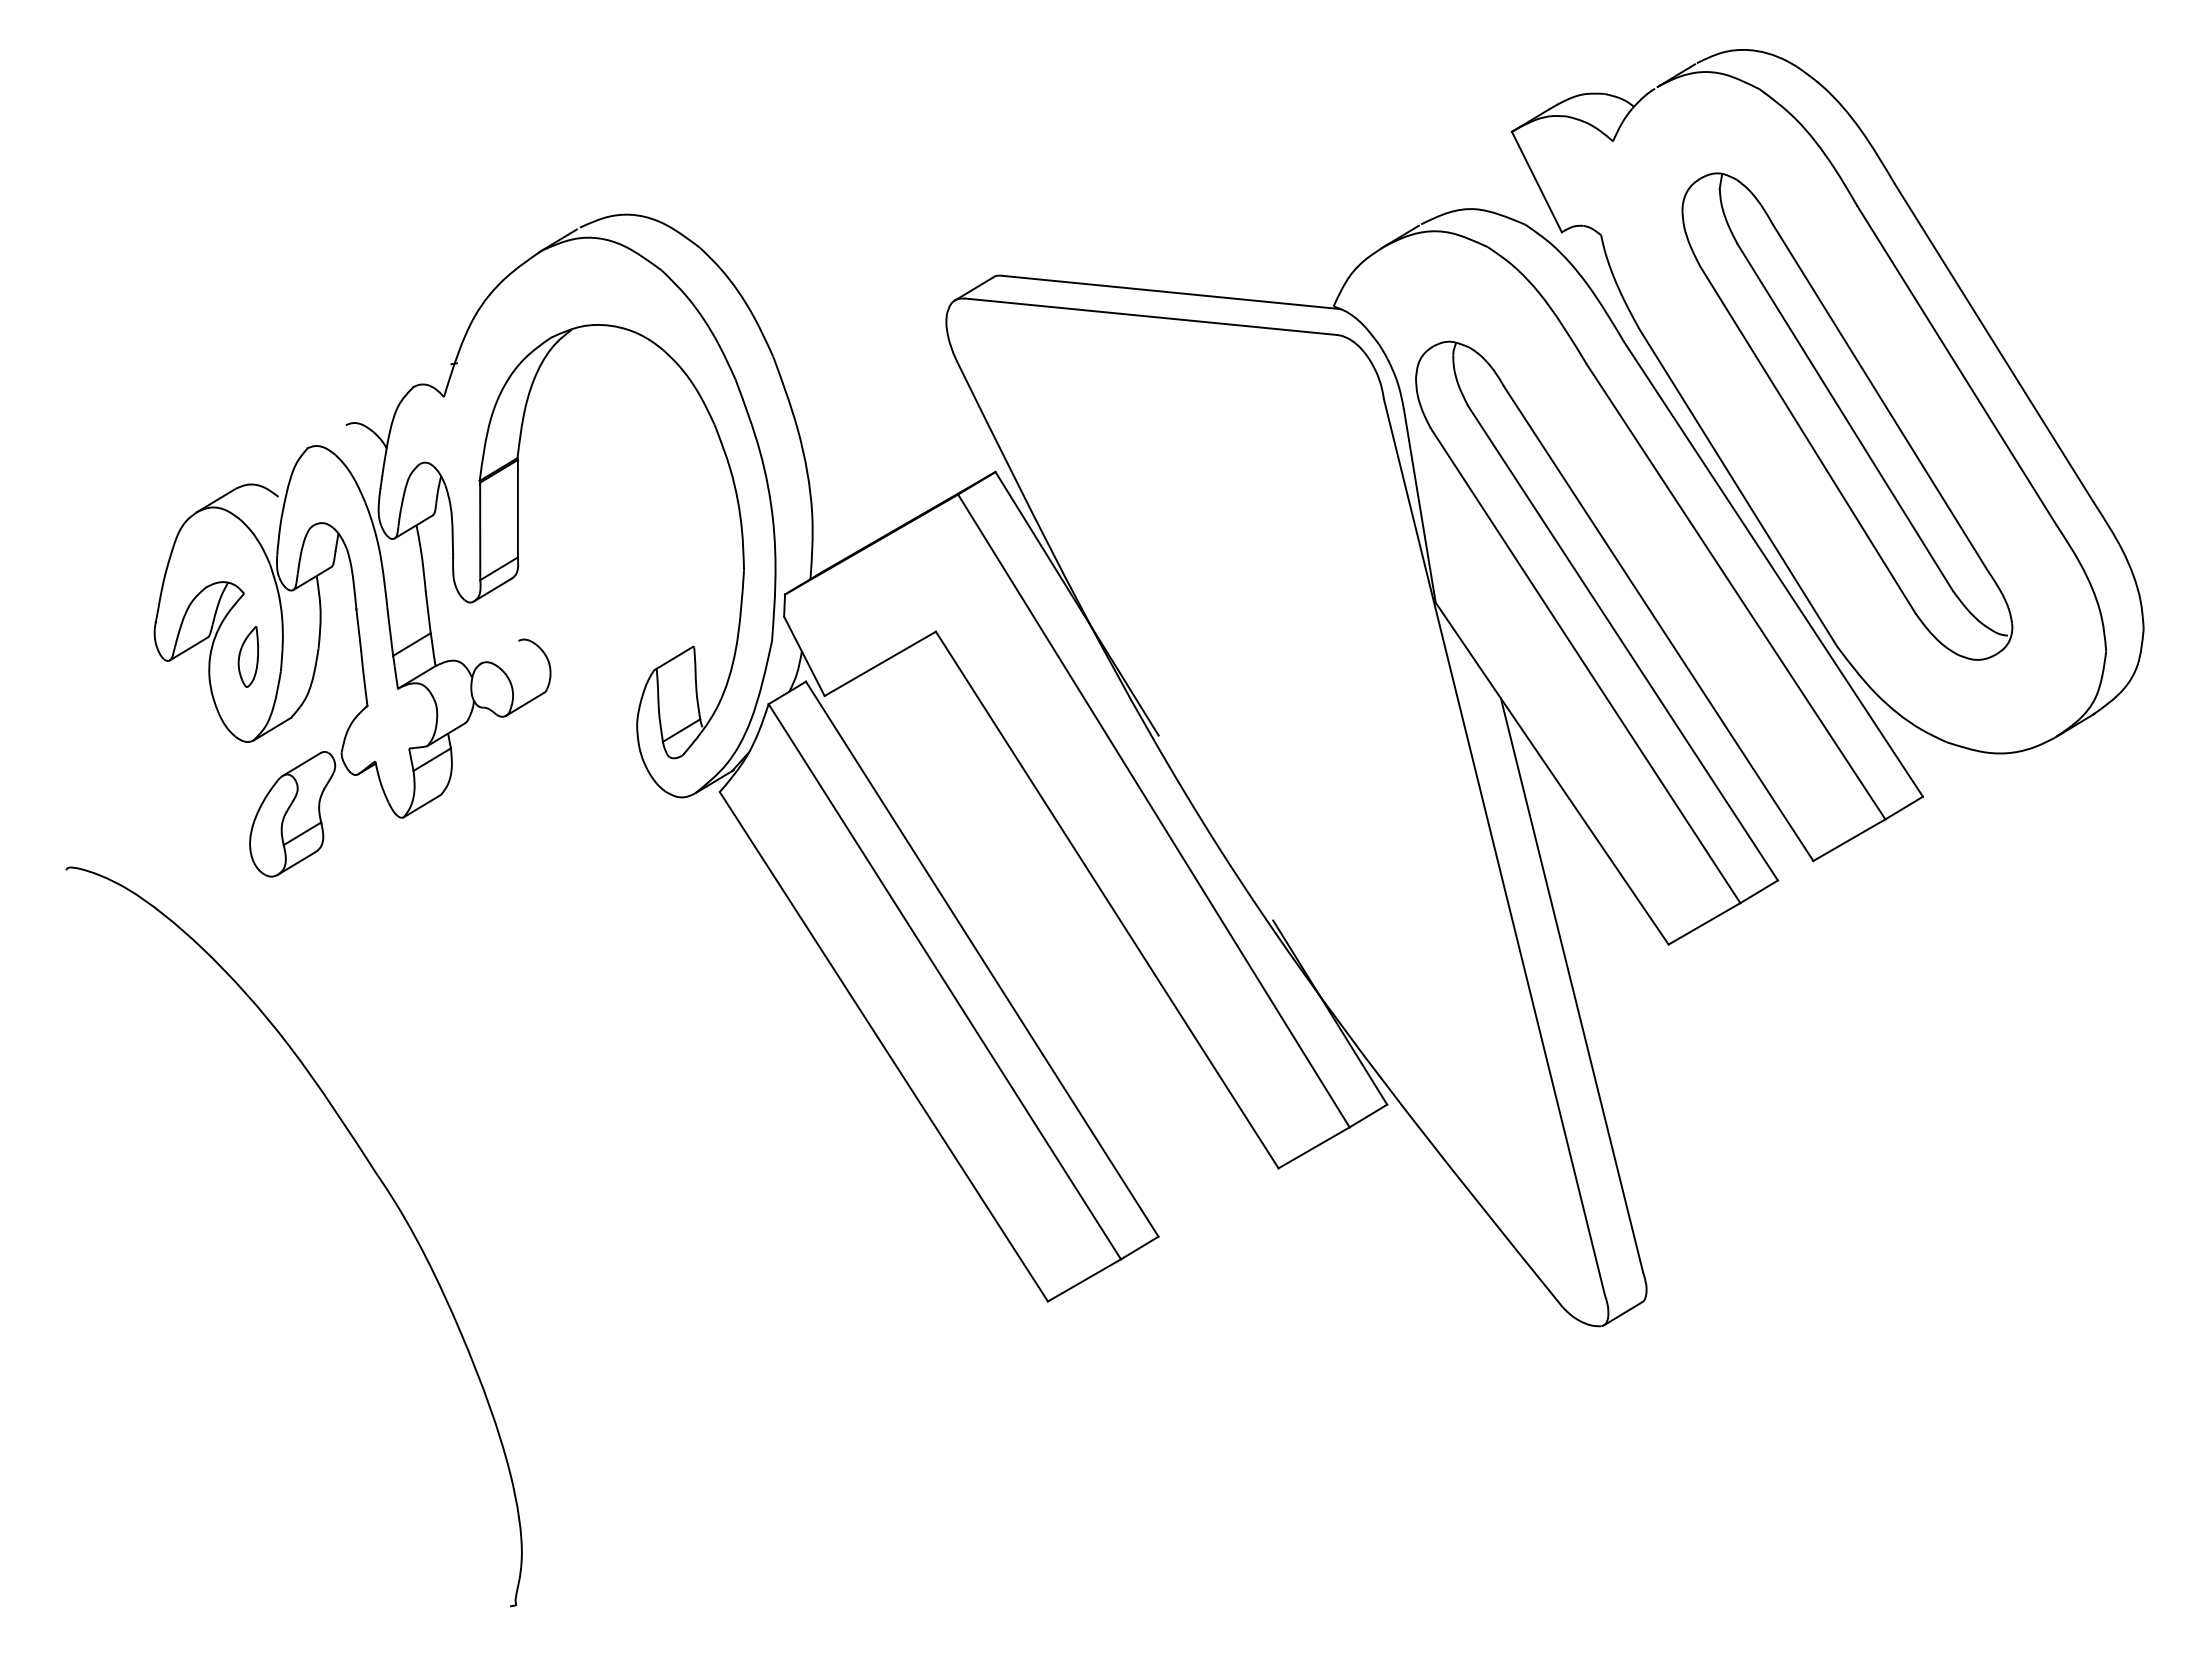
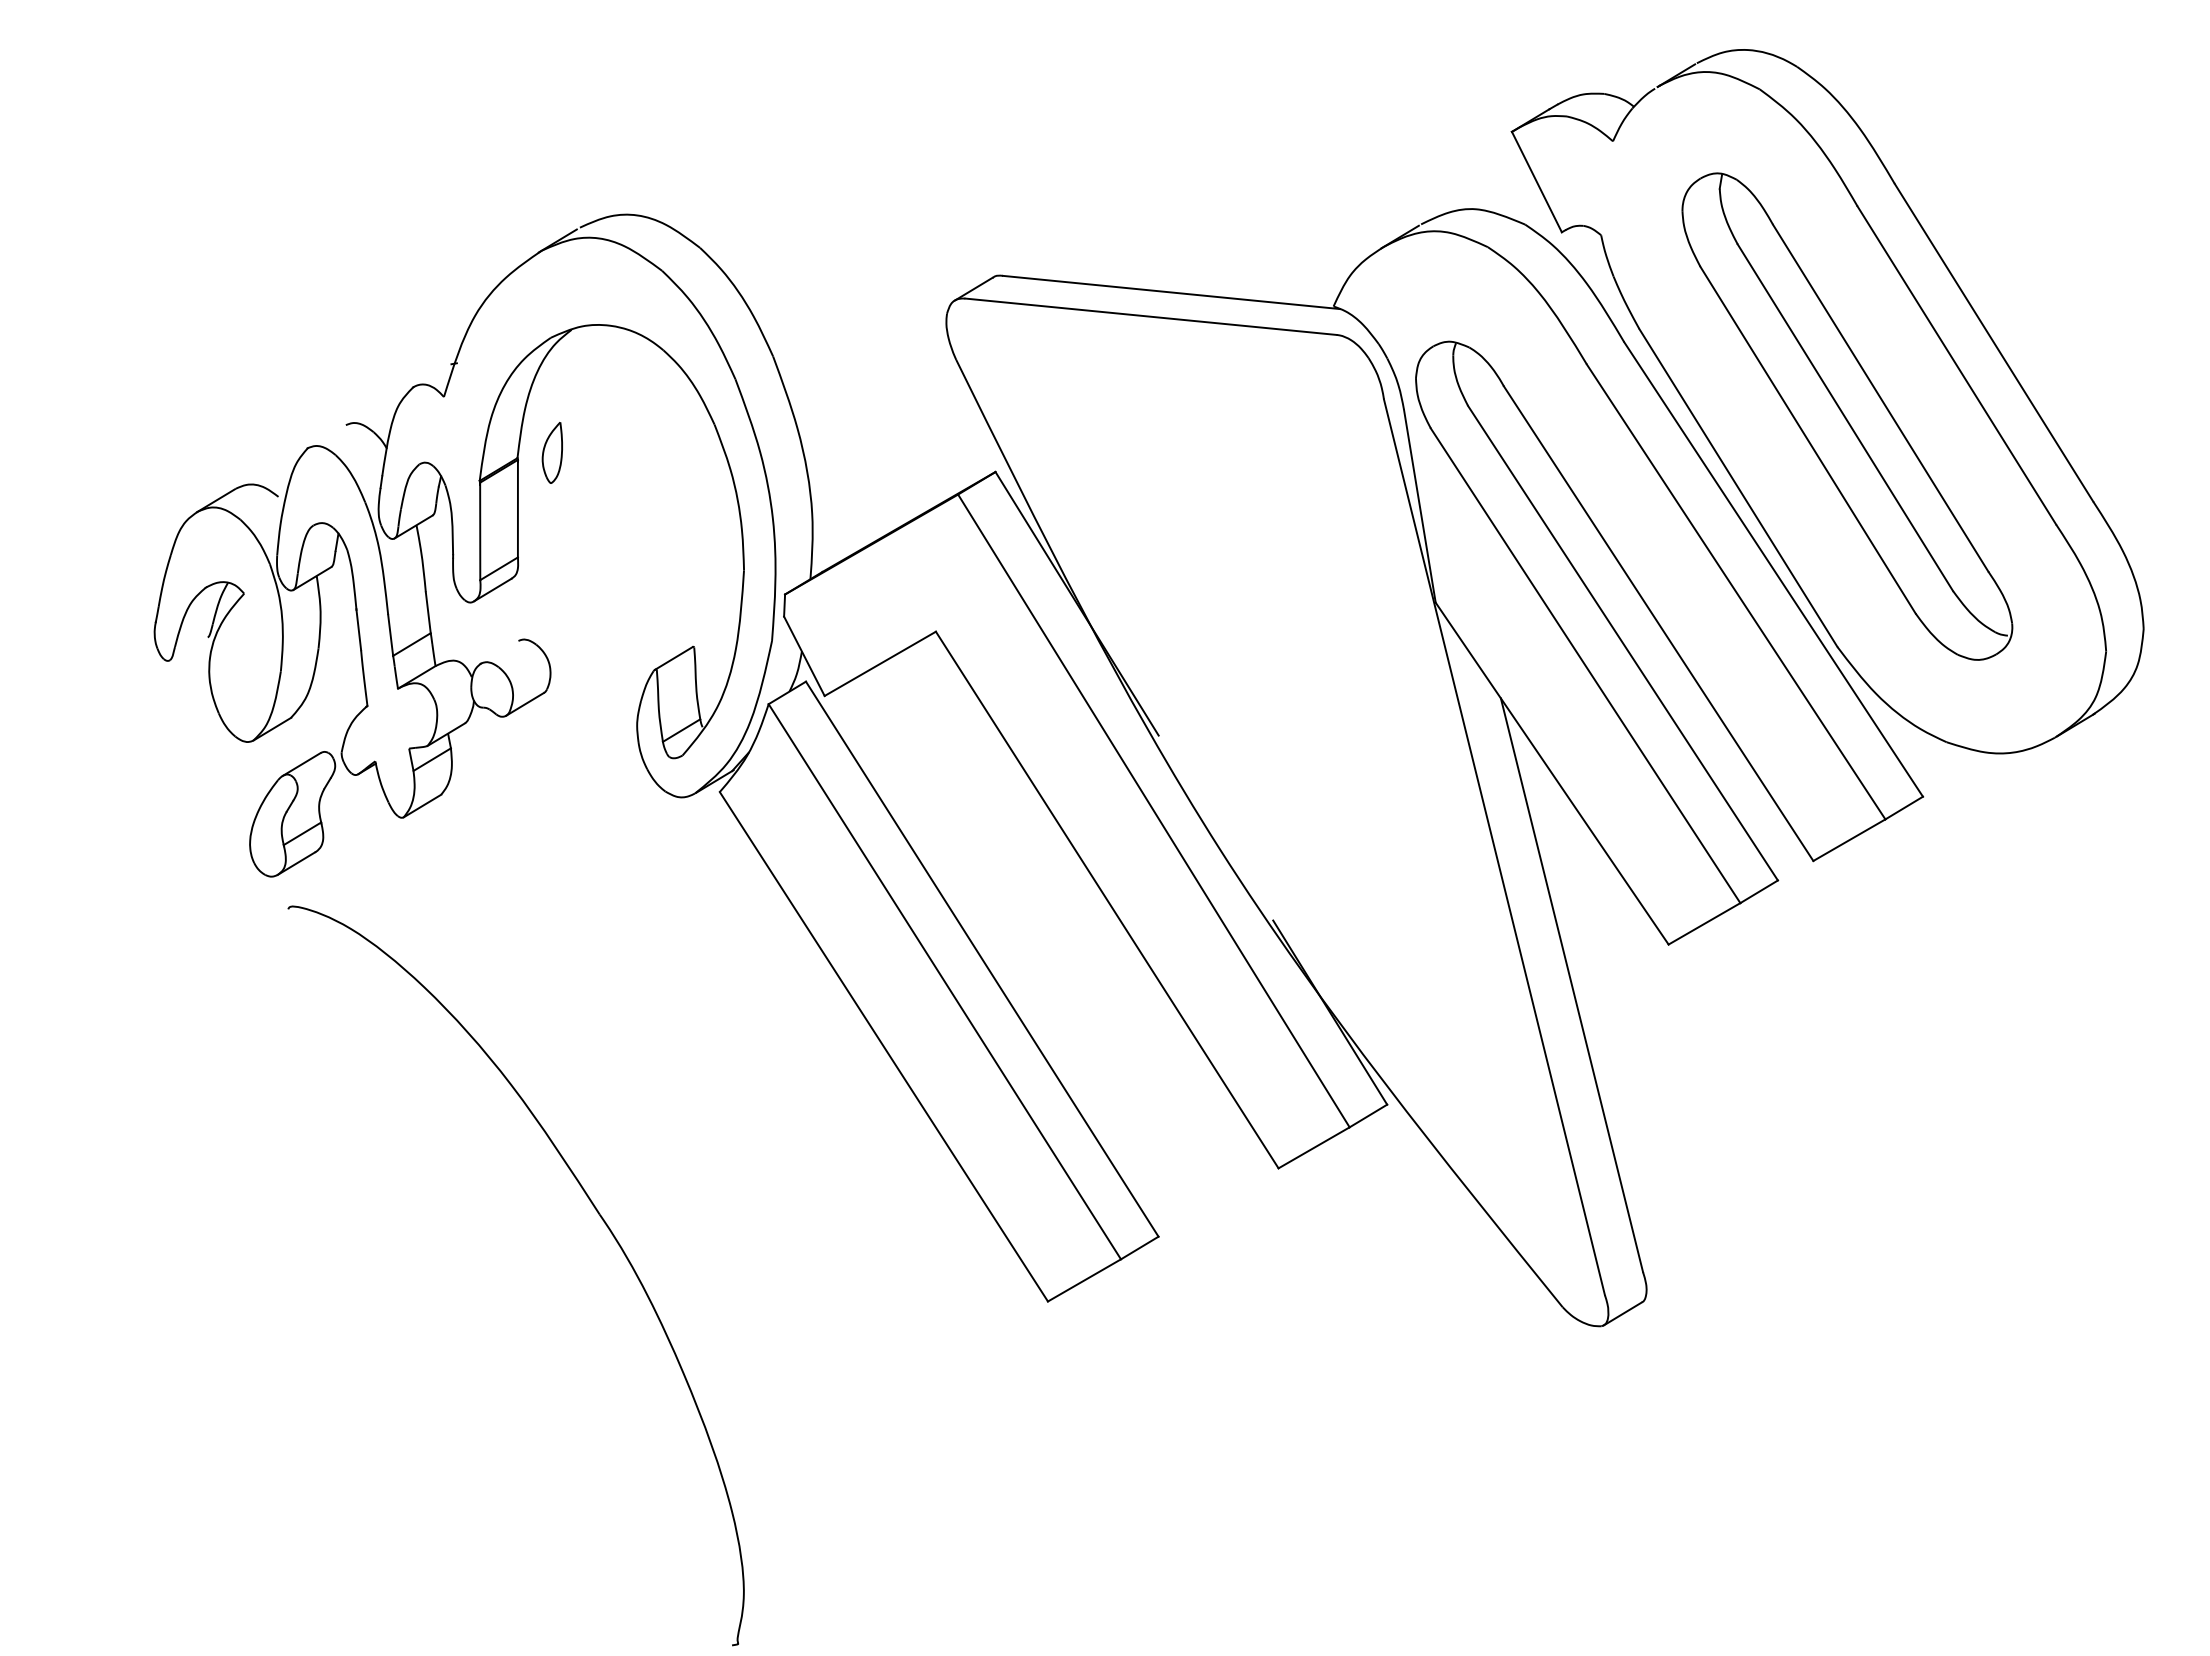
line at (188, 648): present -> none
part at (247, 656) position: (247, 656) -> (551, 452)
part at (377, 1177) position: (377, 1177) -> (599, 1216)
